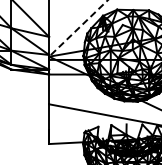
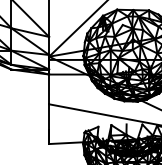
line at (78, 28): dashed -> solid
